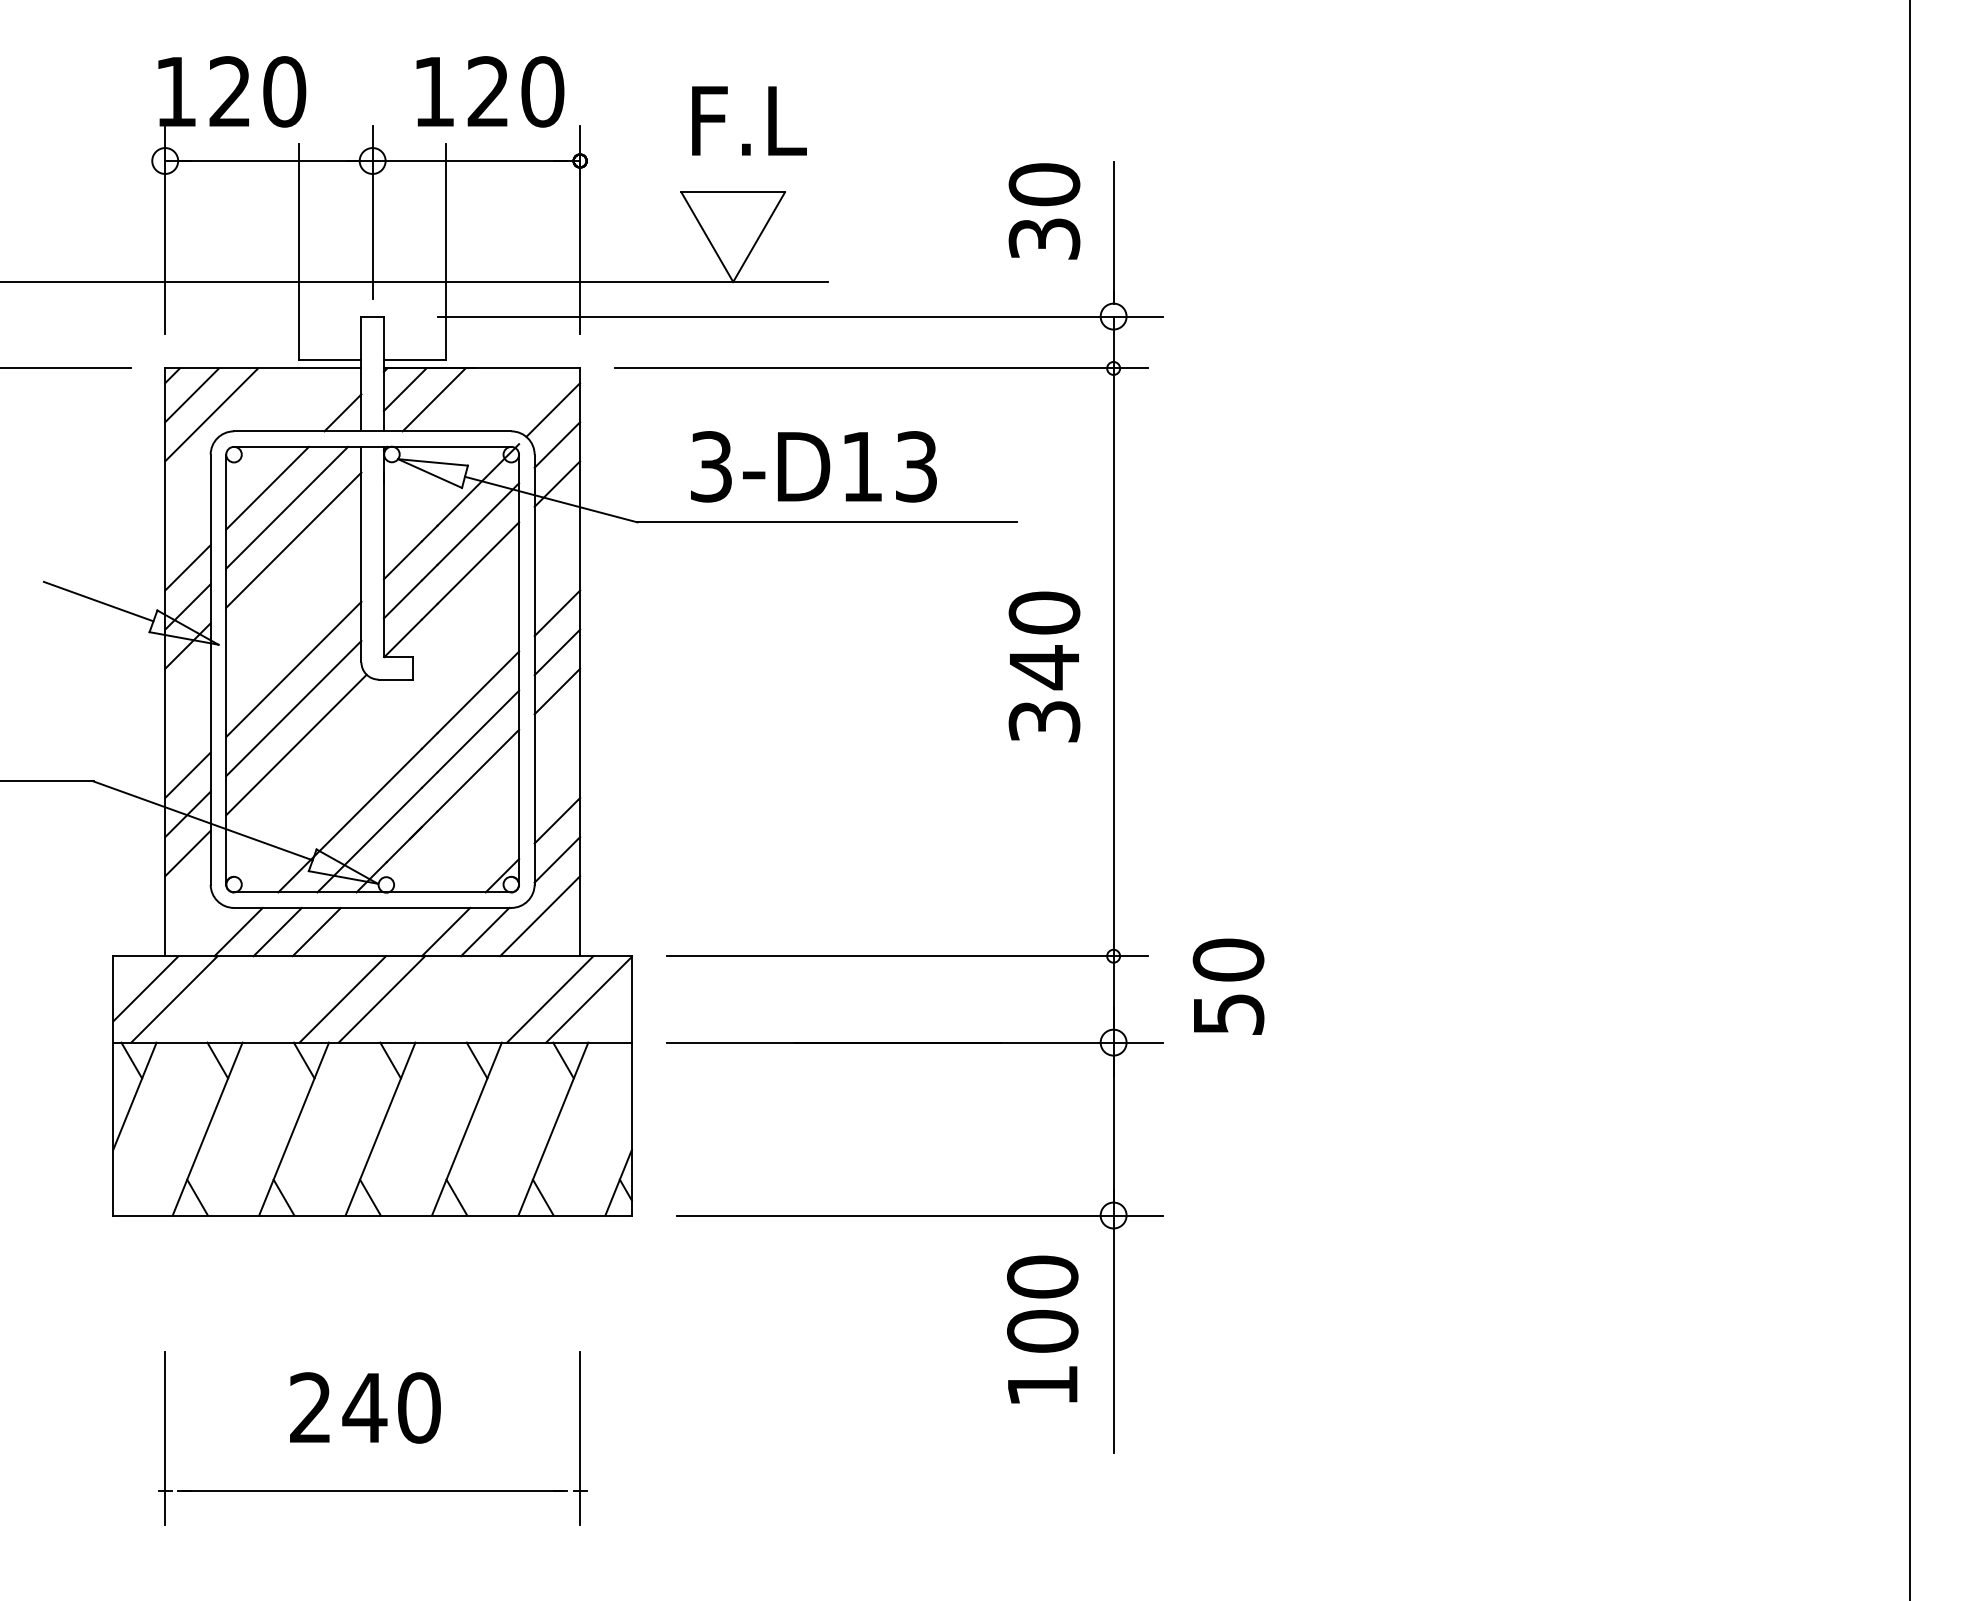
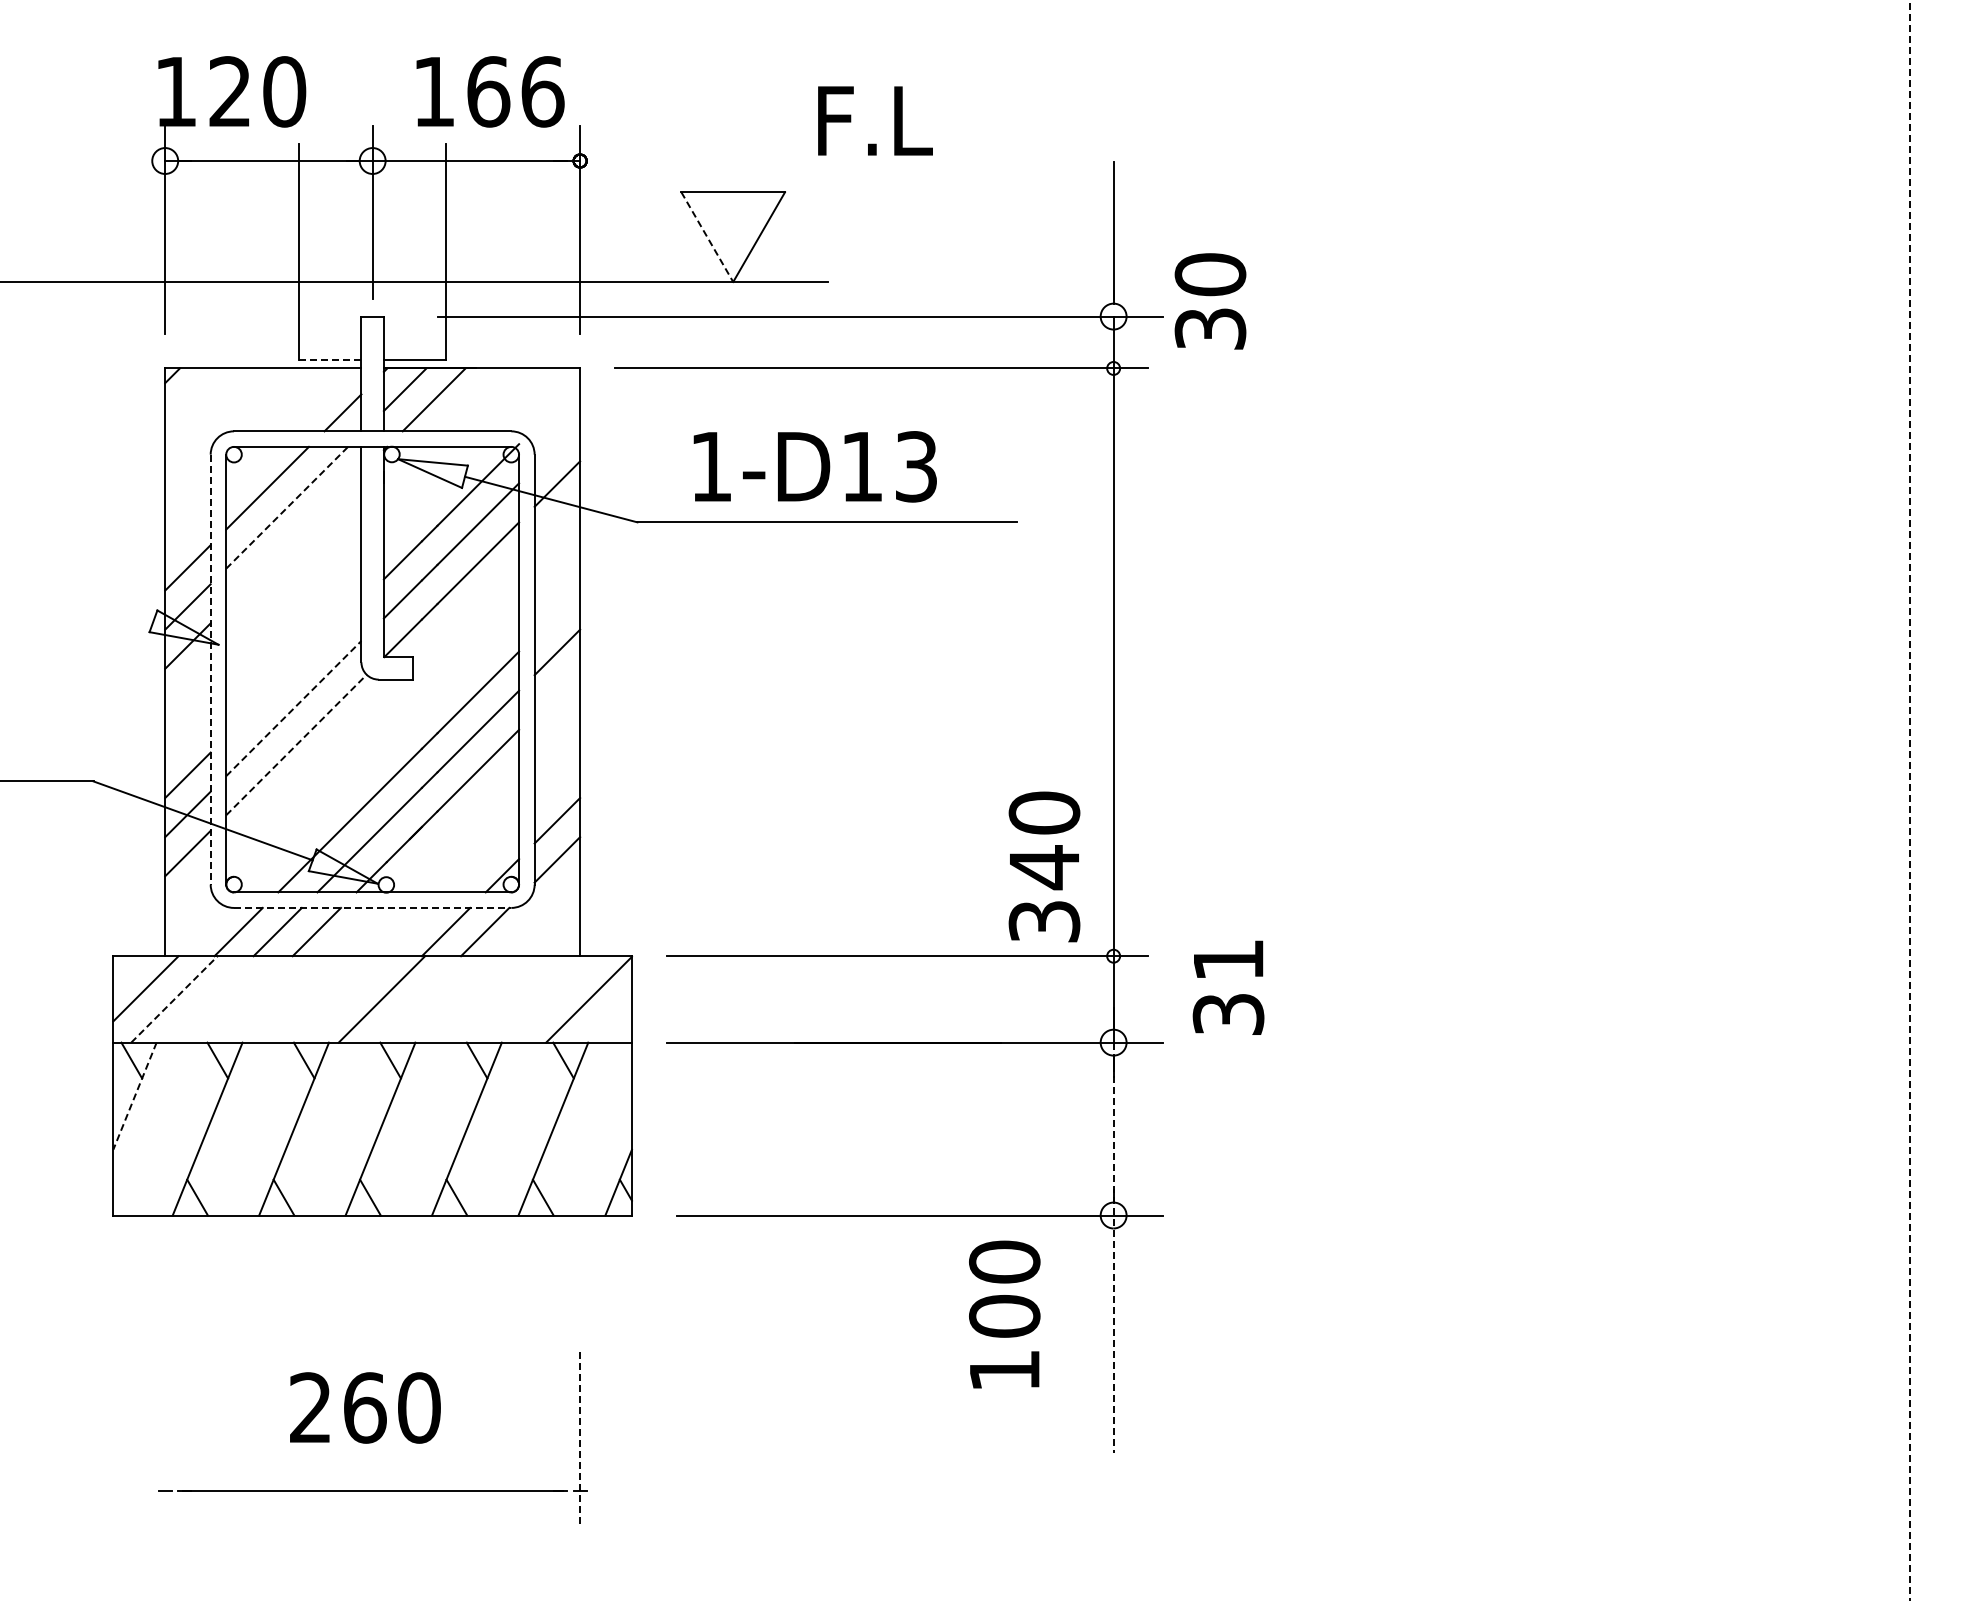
text at (515, 91): 120 -> 166
text at (749, 120) position: (749, 120) -> (875, 120)
text at (1044, 211) position: (1044, 211) -> (1210, 301)
line at (707, 237): solid -> dashed
line at (330, 359): solid -> dashed
line at (66, 368): present -> none
line at (192, 395): present -> none
line at (553, 409): present -> none
line at (211, 414): present -> none
line at (557, 444): present -> none
text at (711, 466): 3-D13 -> 1-D13
line at (287, 507): solid -> dashed
line at (293, 539): present -> none
line at (98, 601): present -> none
line at (557, 613): present -> none
text at (1044, 666) position: (1044, 666) -> (1044, 866)
line at (210, 669): solid -> dashed
line at (293, 669): present -> none
line at (557, 691): present -> none
line at (293, 708): solid -> dashed
line at (296, 744): solid -> dashed
line at (1909, 799): solid -> dashed
line at (372, 907): solid -> dashed
line at (540, 916): present -> none
text at (1228, 986): 50 -> 31
line at (174, 999): solid -> dashed
line at (342, 999): present -> none
line at (550, 999): present -> none
line at (135, 1096): solid -> dashed
line at (1113, 1248): solid -> dashed
text at (1042, 1329) position: (1042, 1329) -> (1004, 1314)
text at (364, 1407): 240 -> 260
line at (165, 1438): present -> none
line at (580, 1439): solid -> dashed
